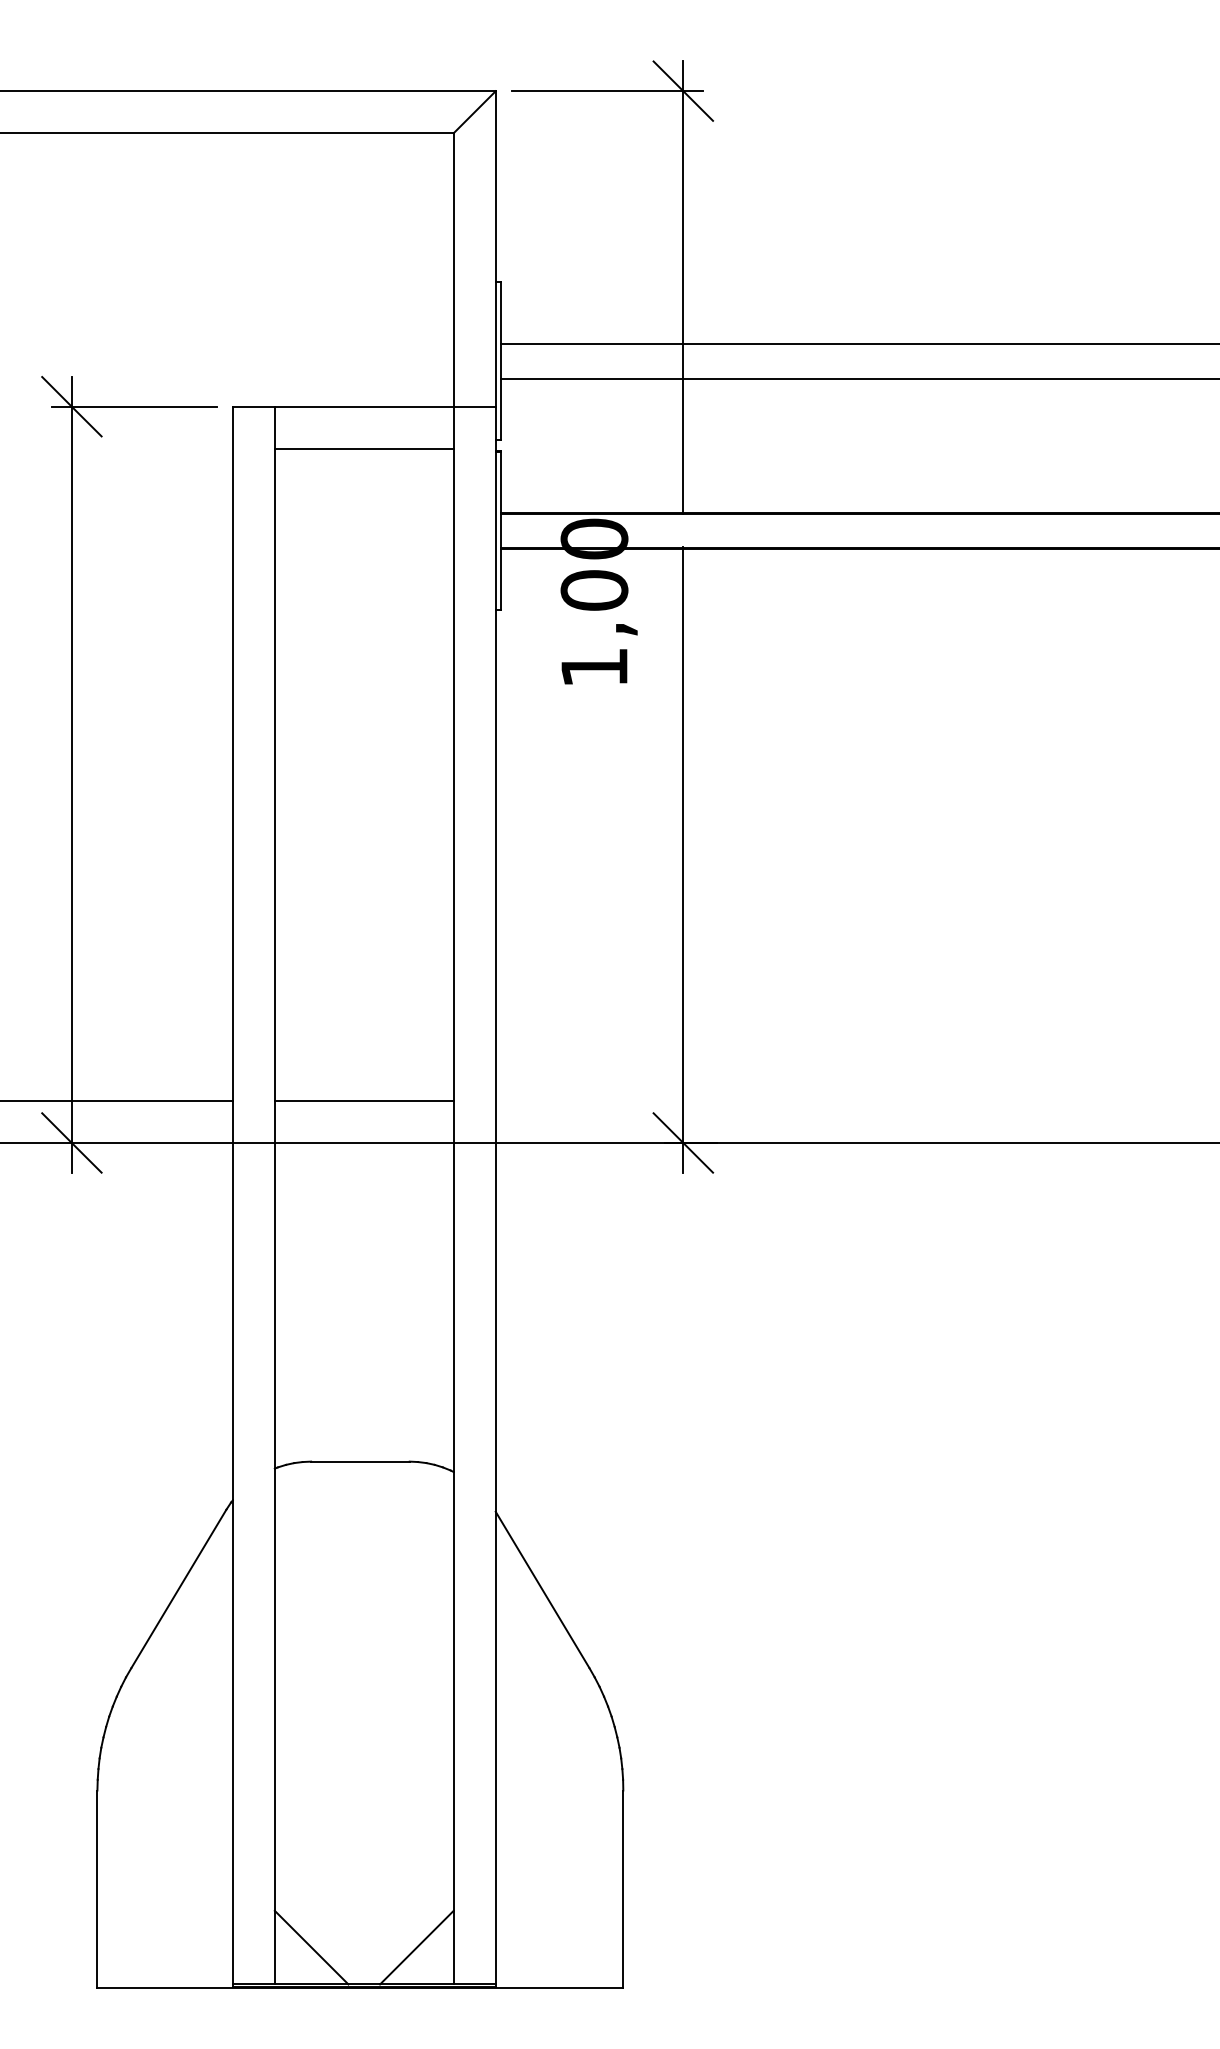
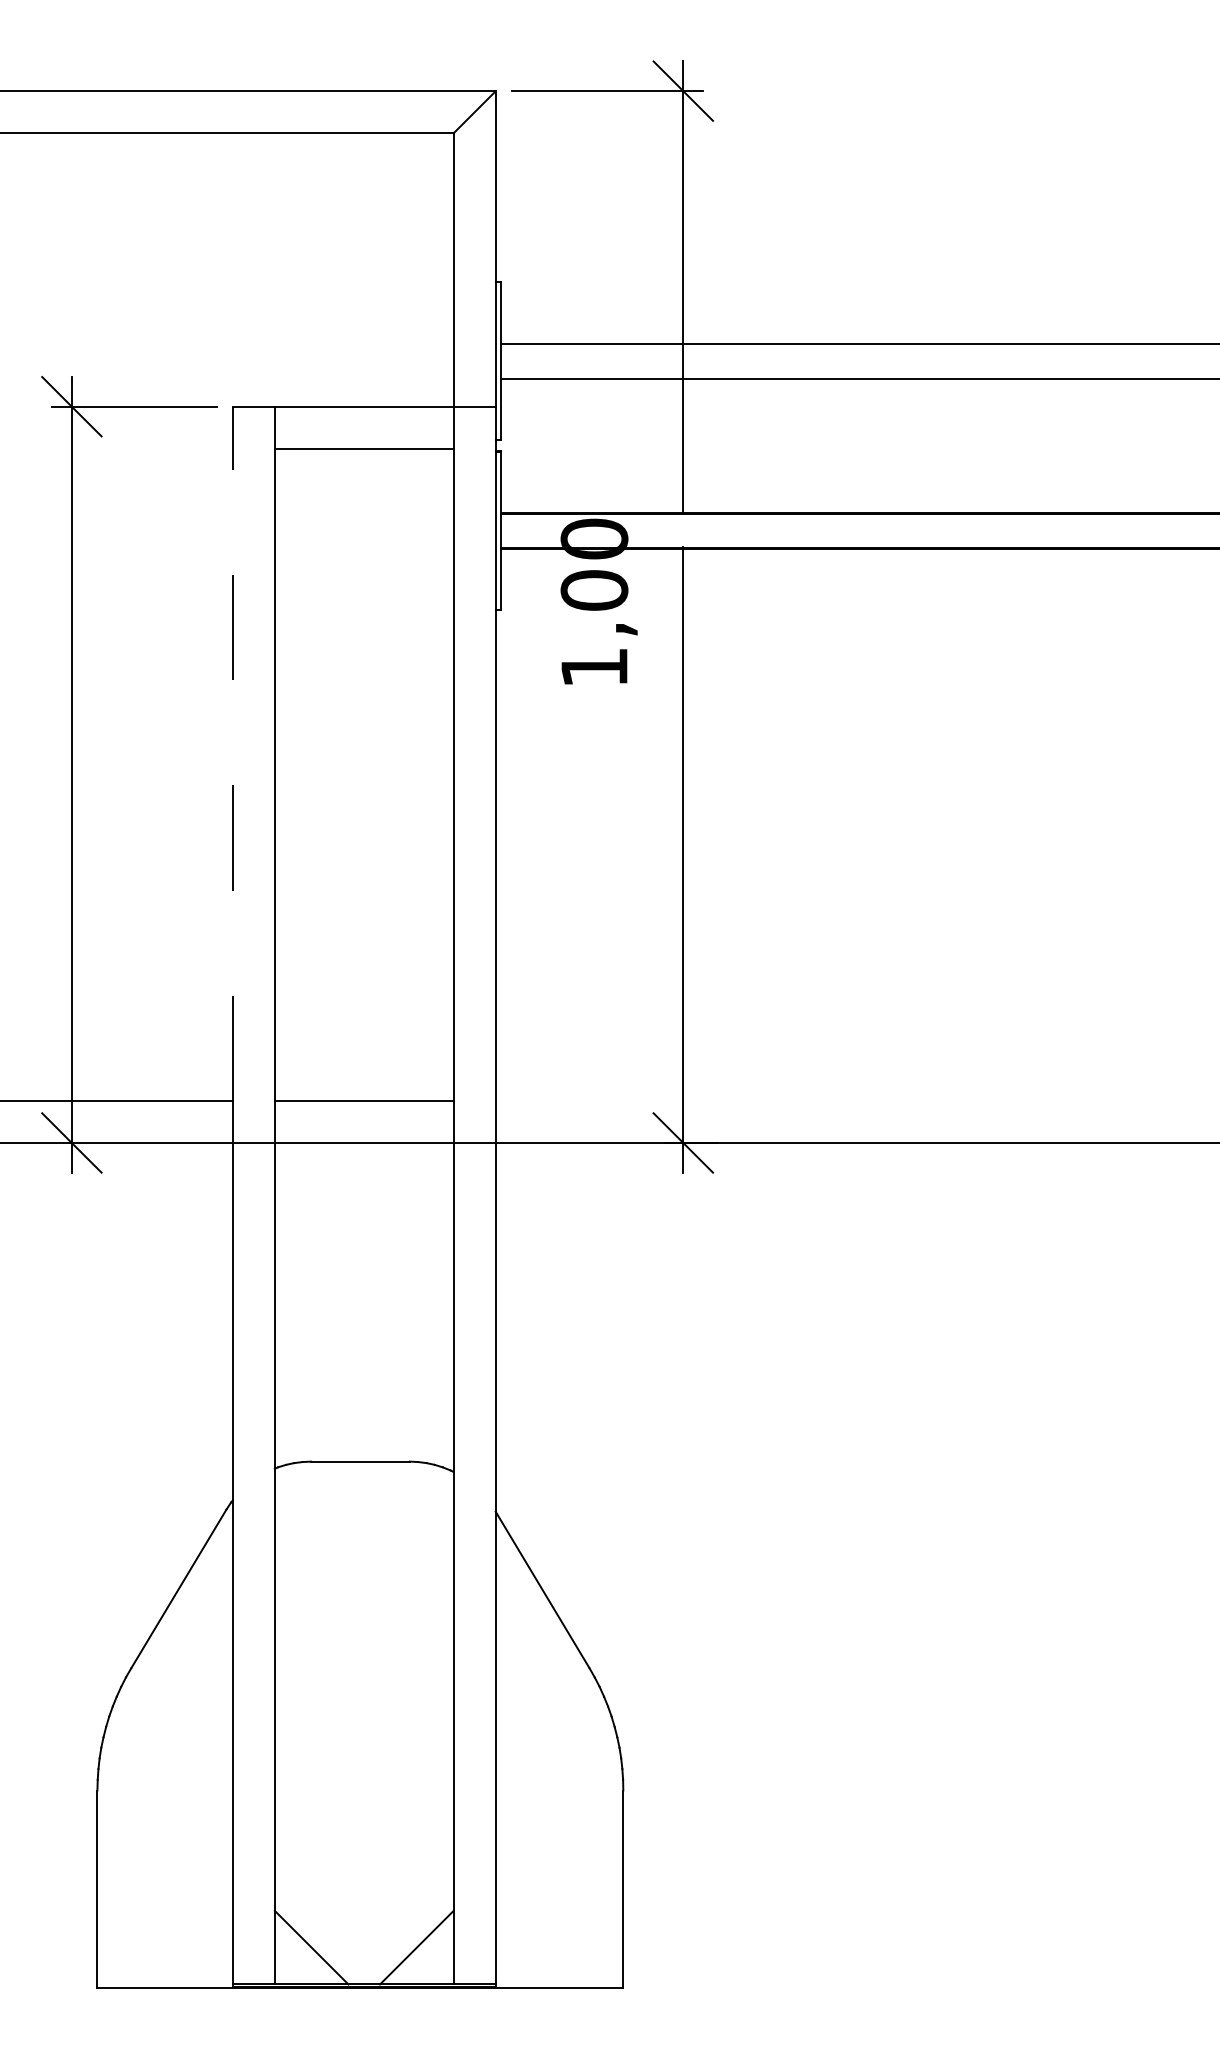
line at (232, 753): solid -> dashed
